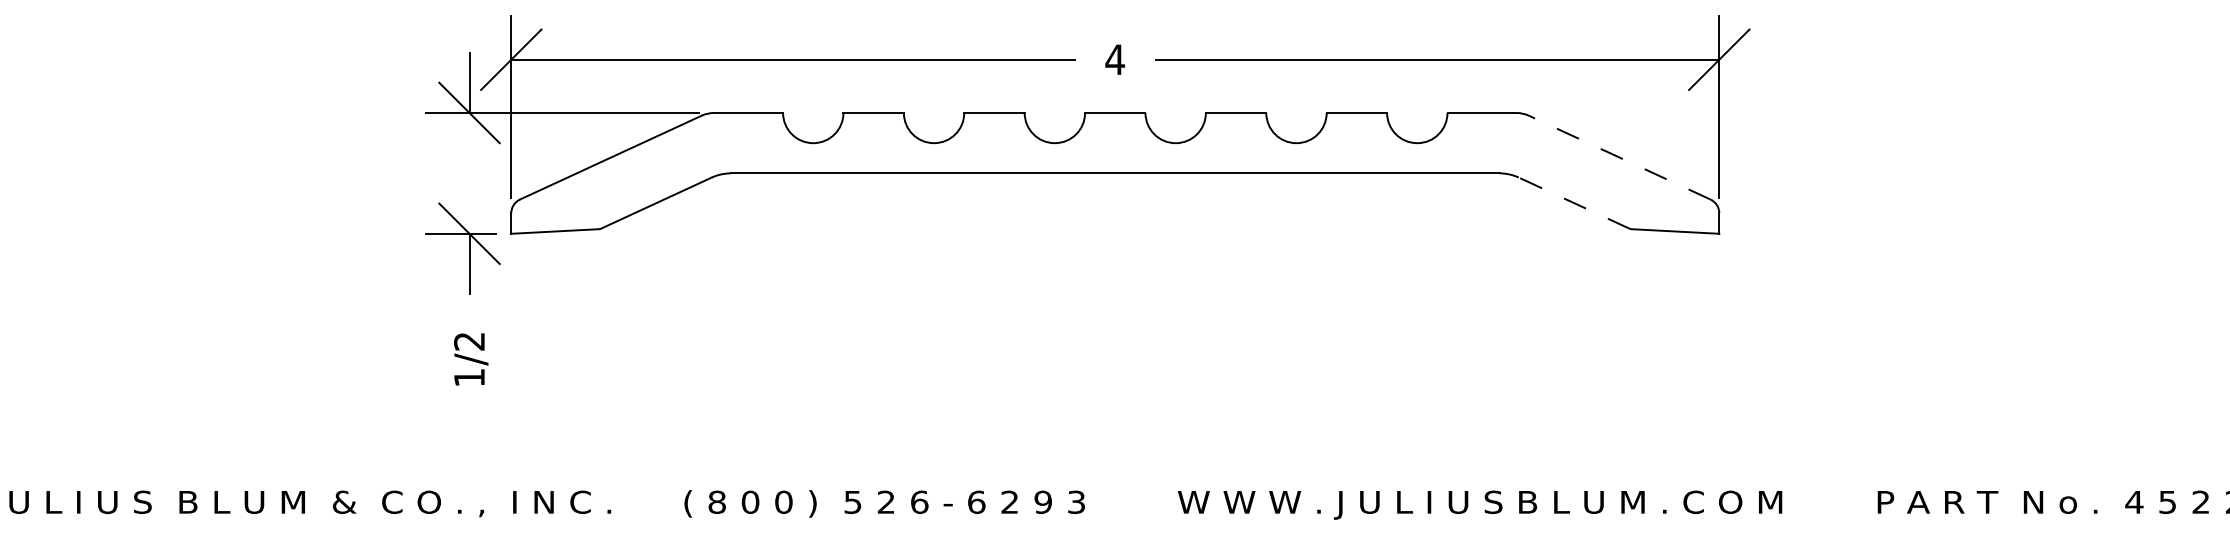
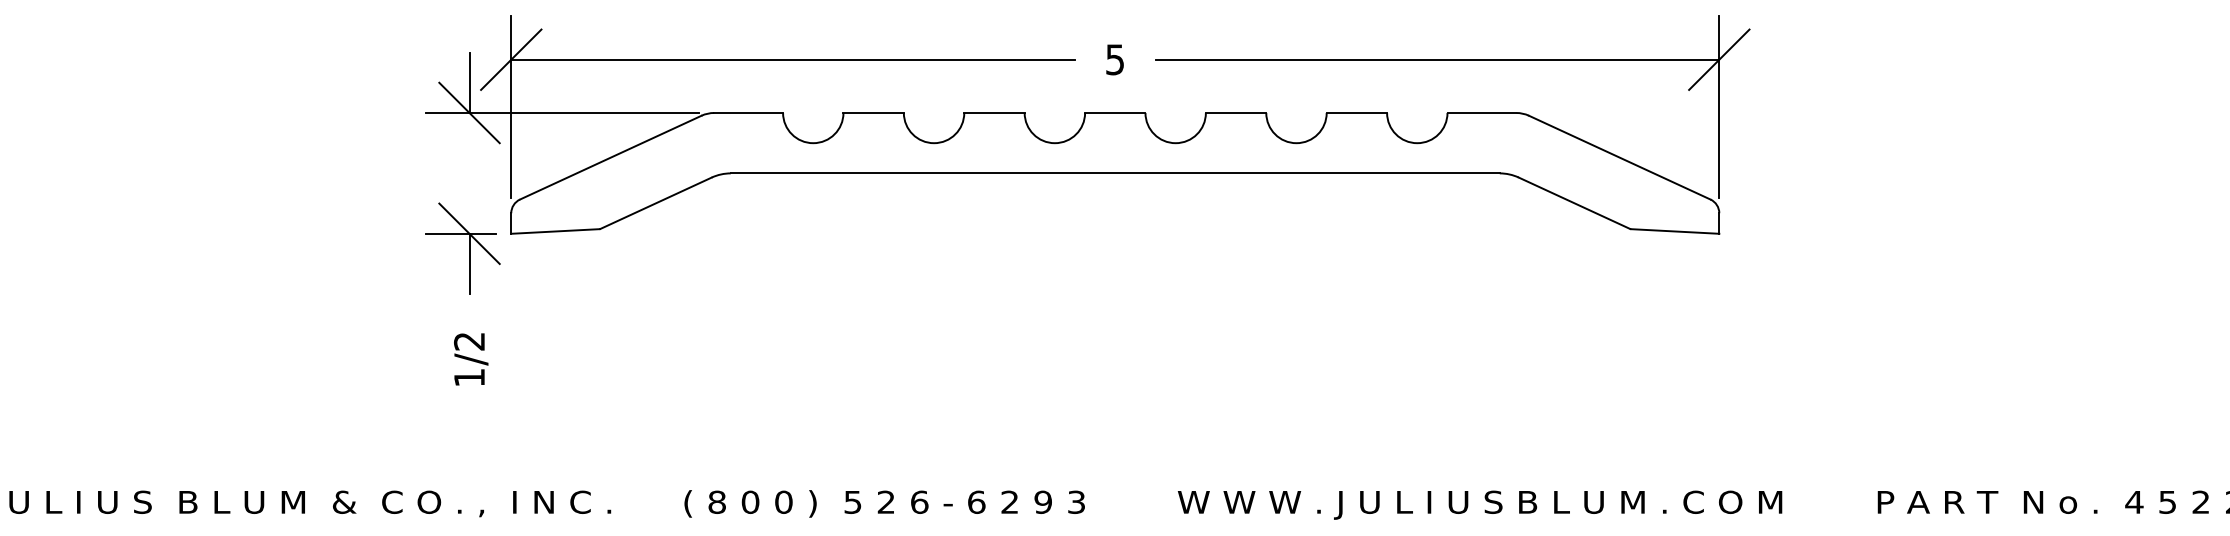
text at (1114, 59): 4 -> 5
line at (1619, 157): dashed -> solid
line at (1573, 202): dashed -> solid
